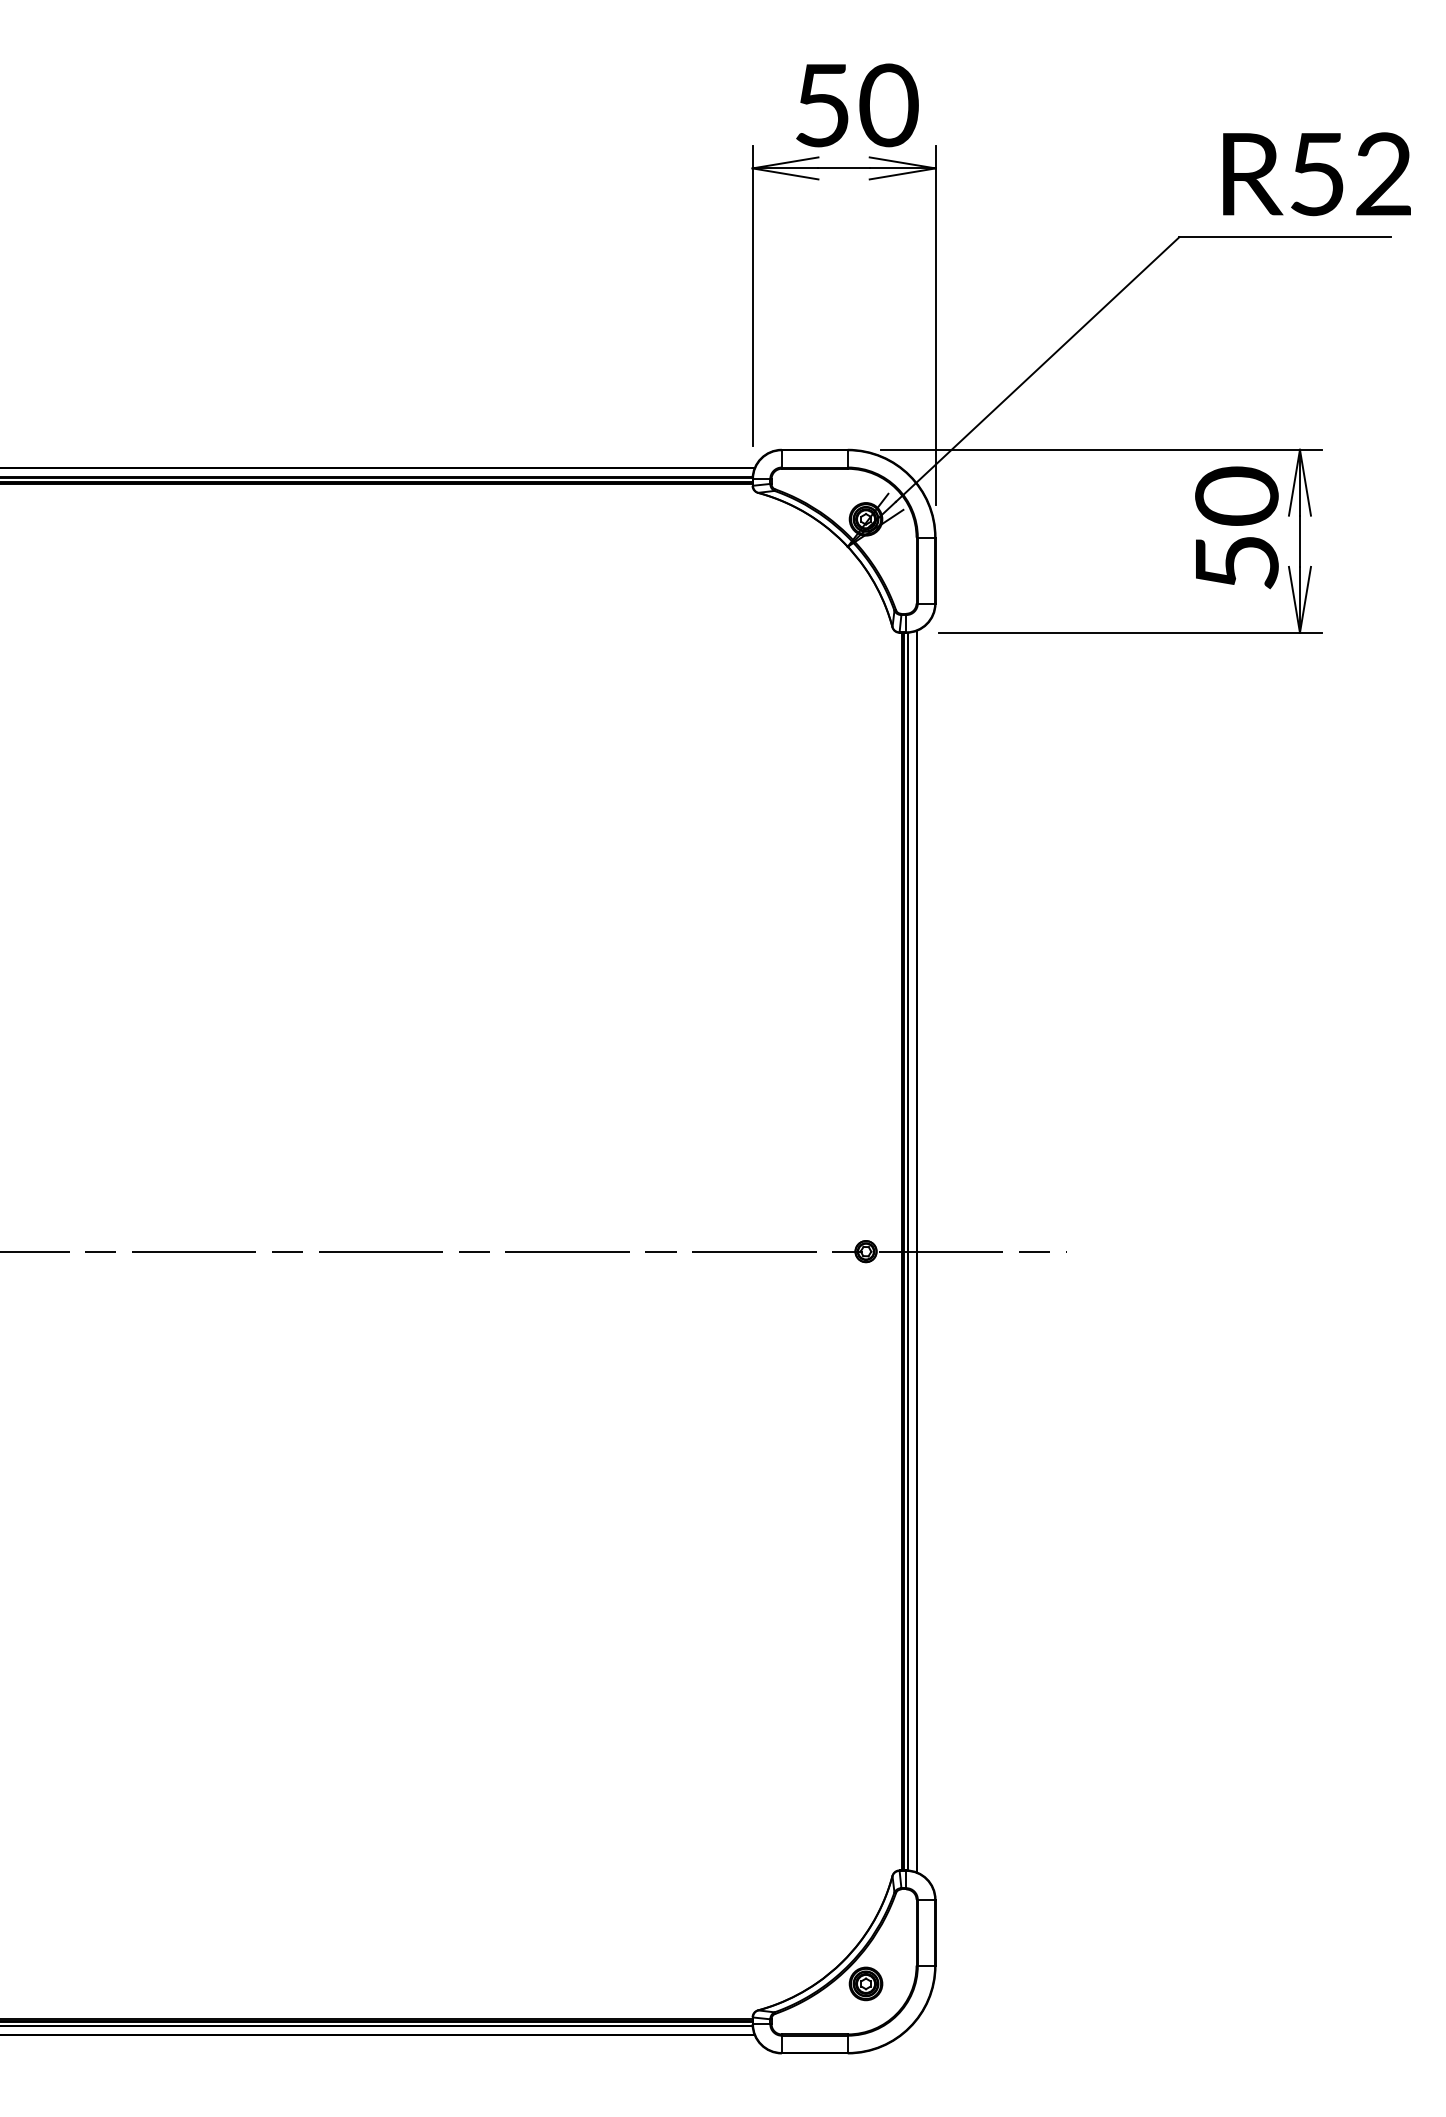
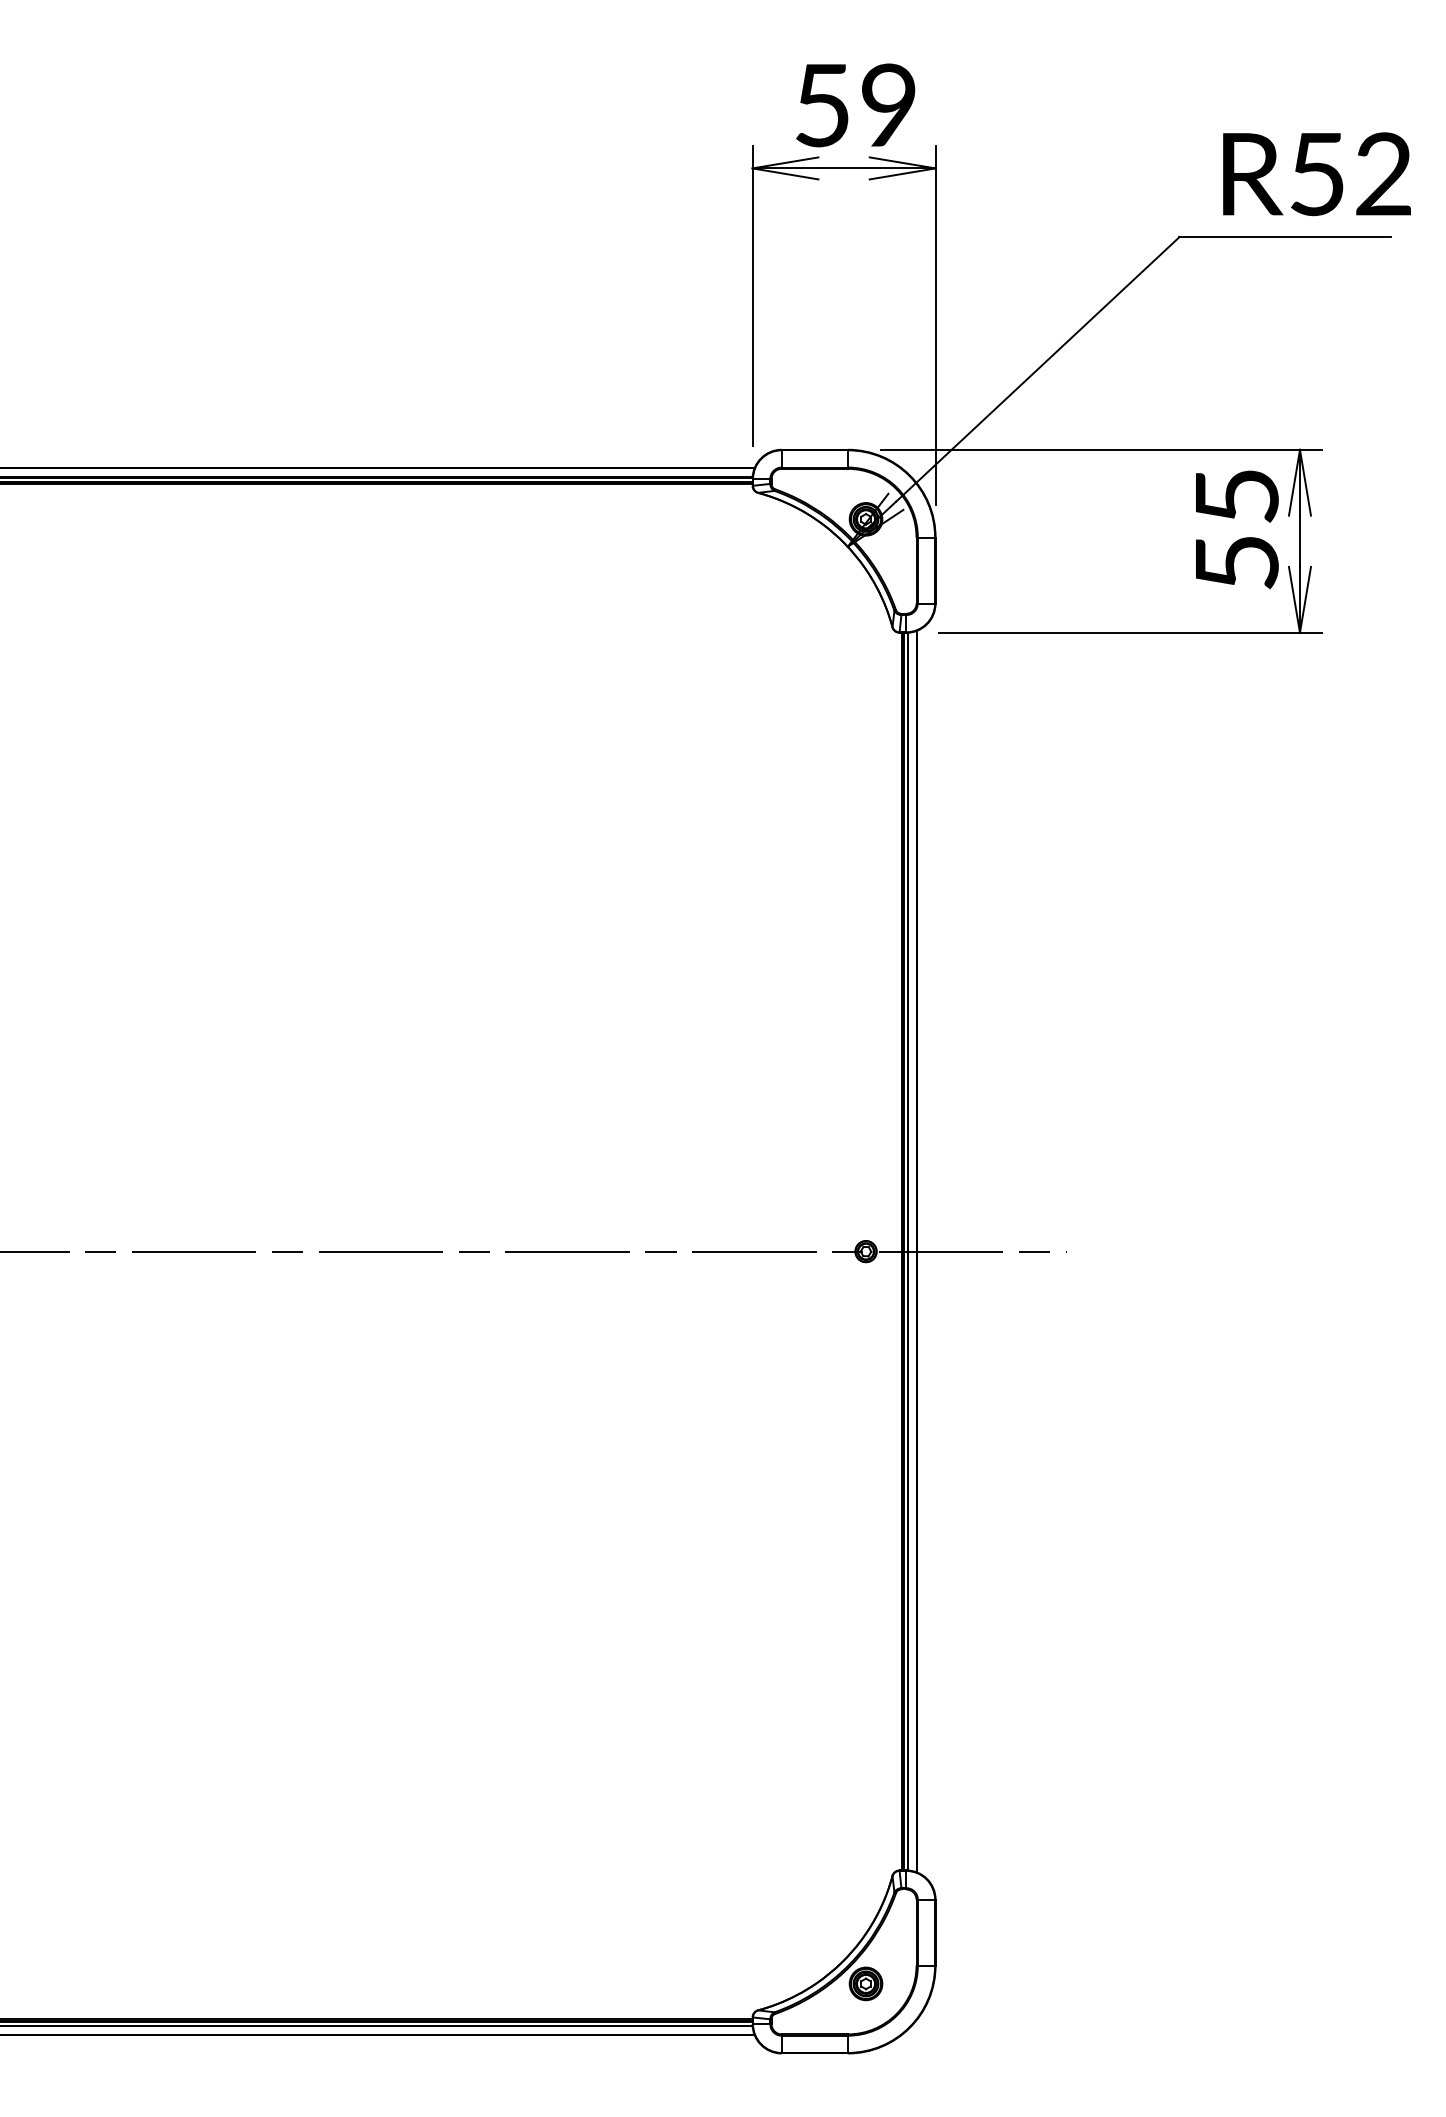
text at (888, 105): 50 -> 59
text at (1236, 495): 50 -> 55
